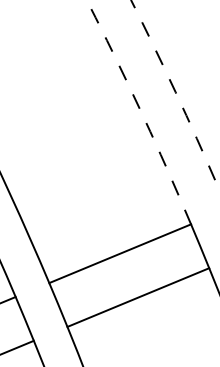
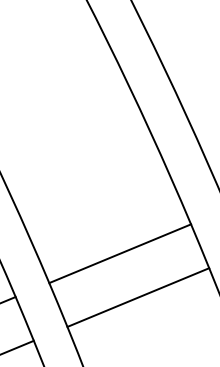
arc at (176, 94): dashed -> solid
arc at (140, 111): dashed -> solid
